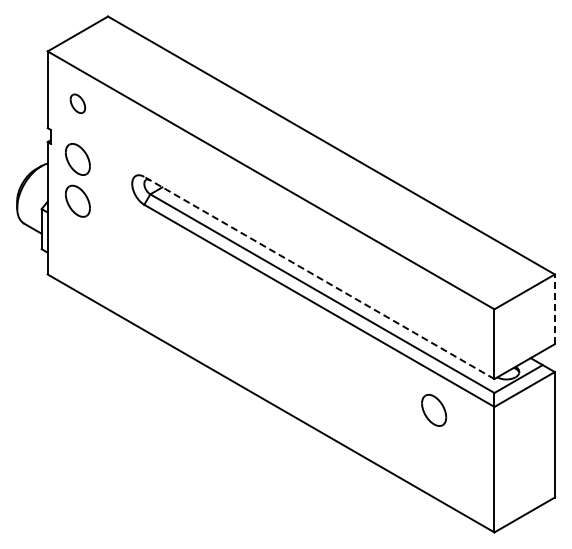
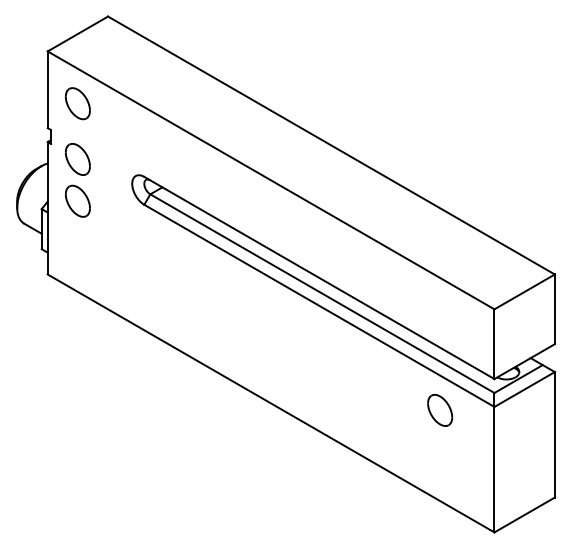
part at (77, 103) size: 18x21 px -> 26x34 px
line at (318, 277): dashed -> solid
line at (554, 309): dashed -> solid
part at (434, 410) position: (434, 410) -> (440, 410)
